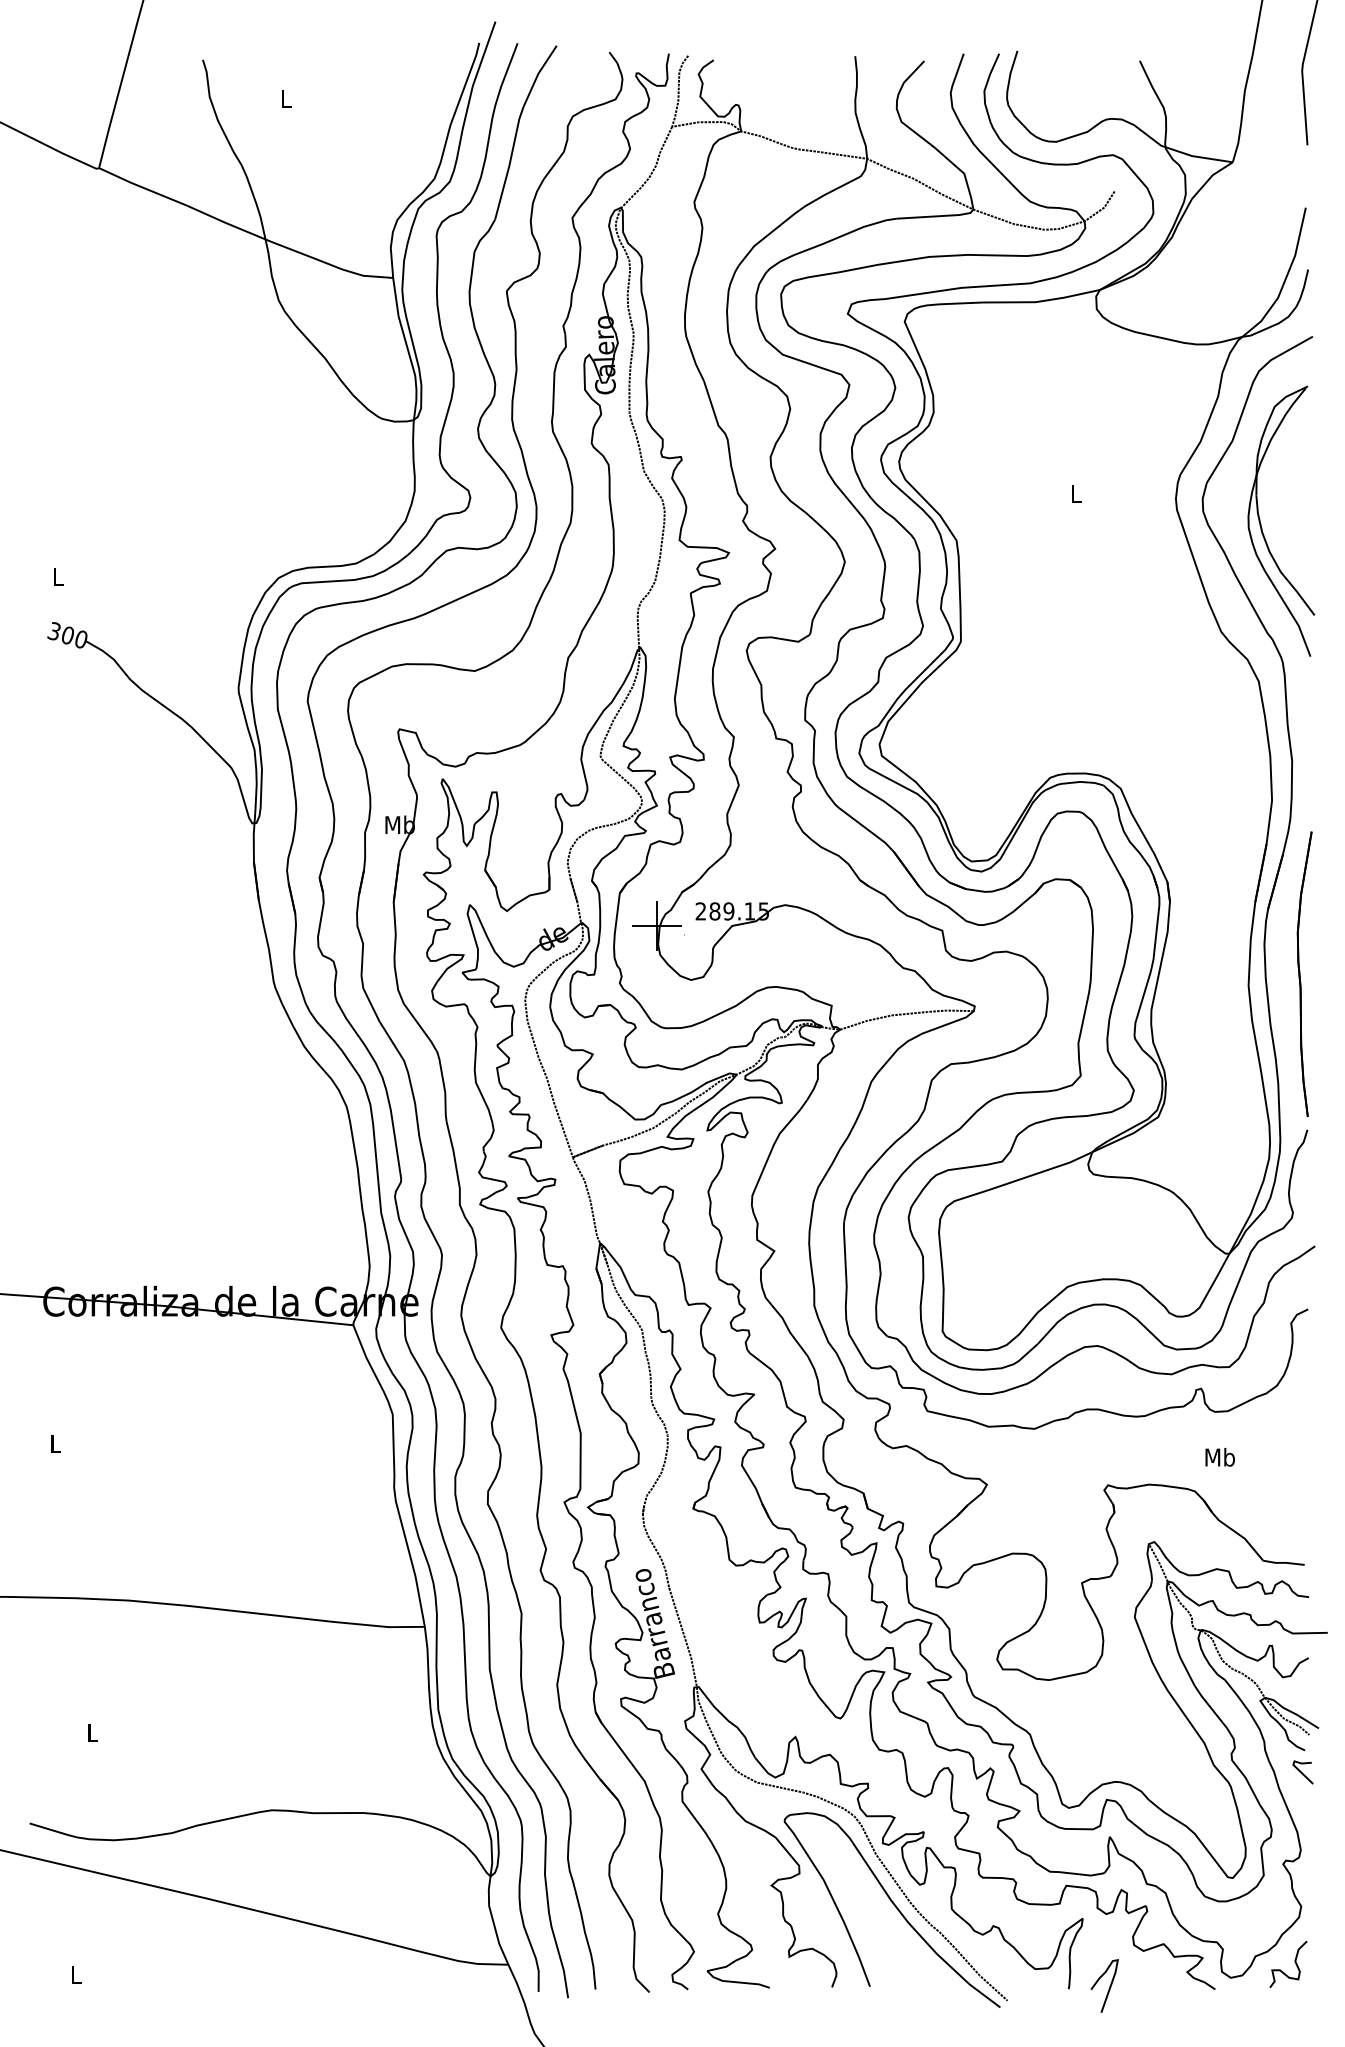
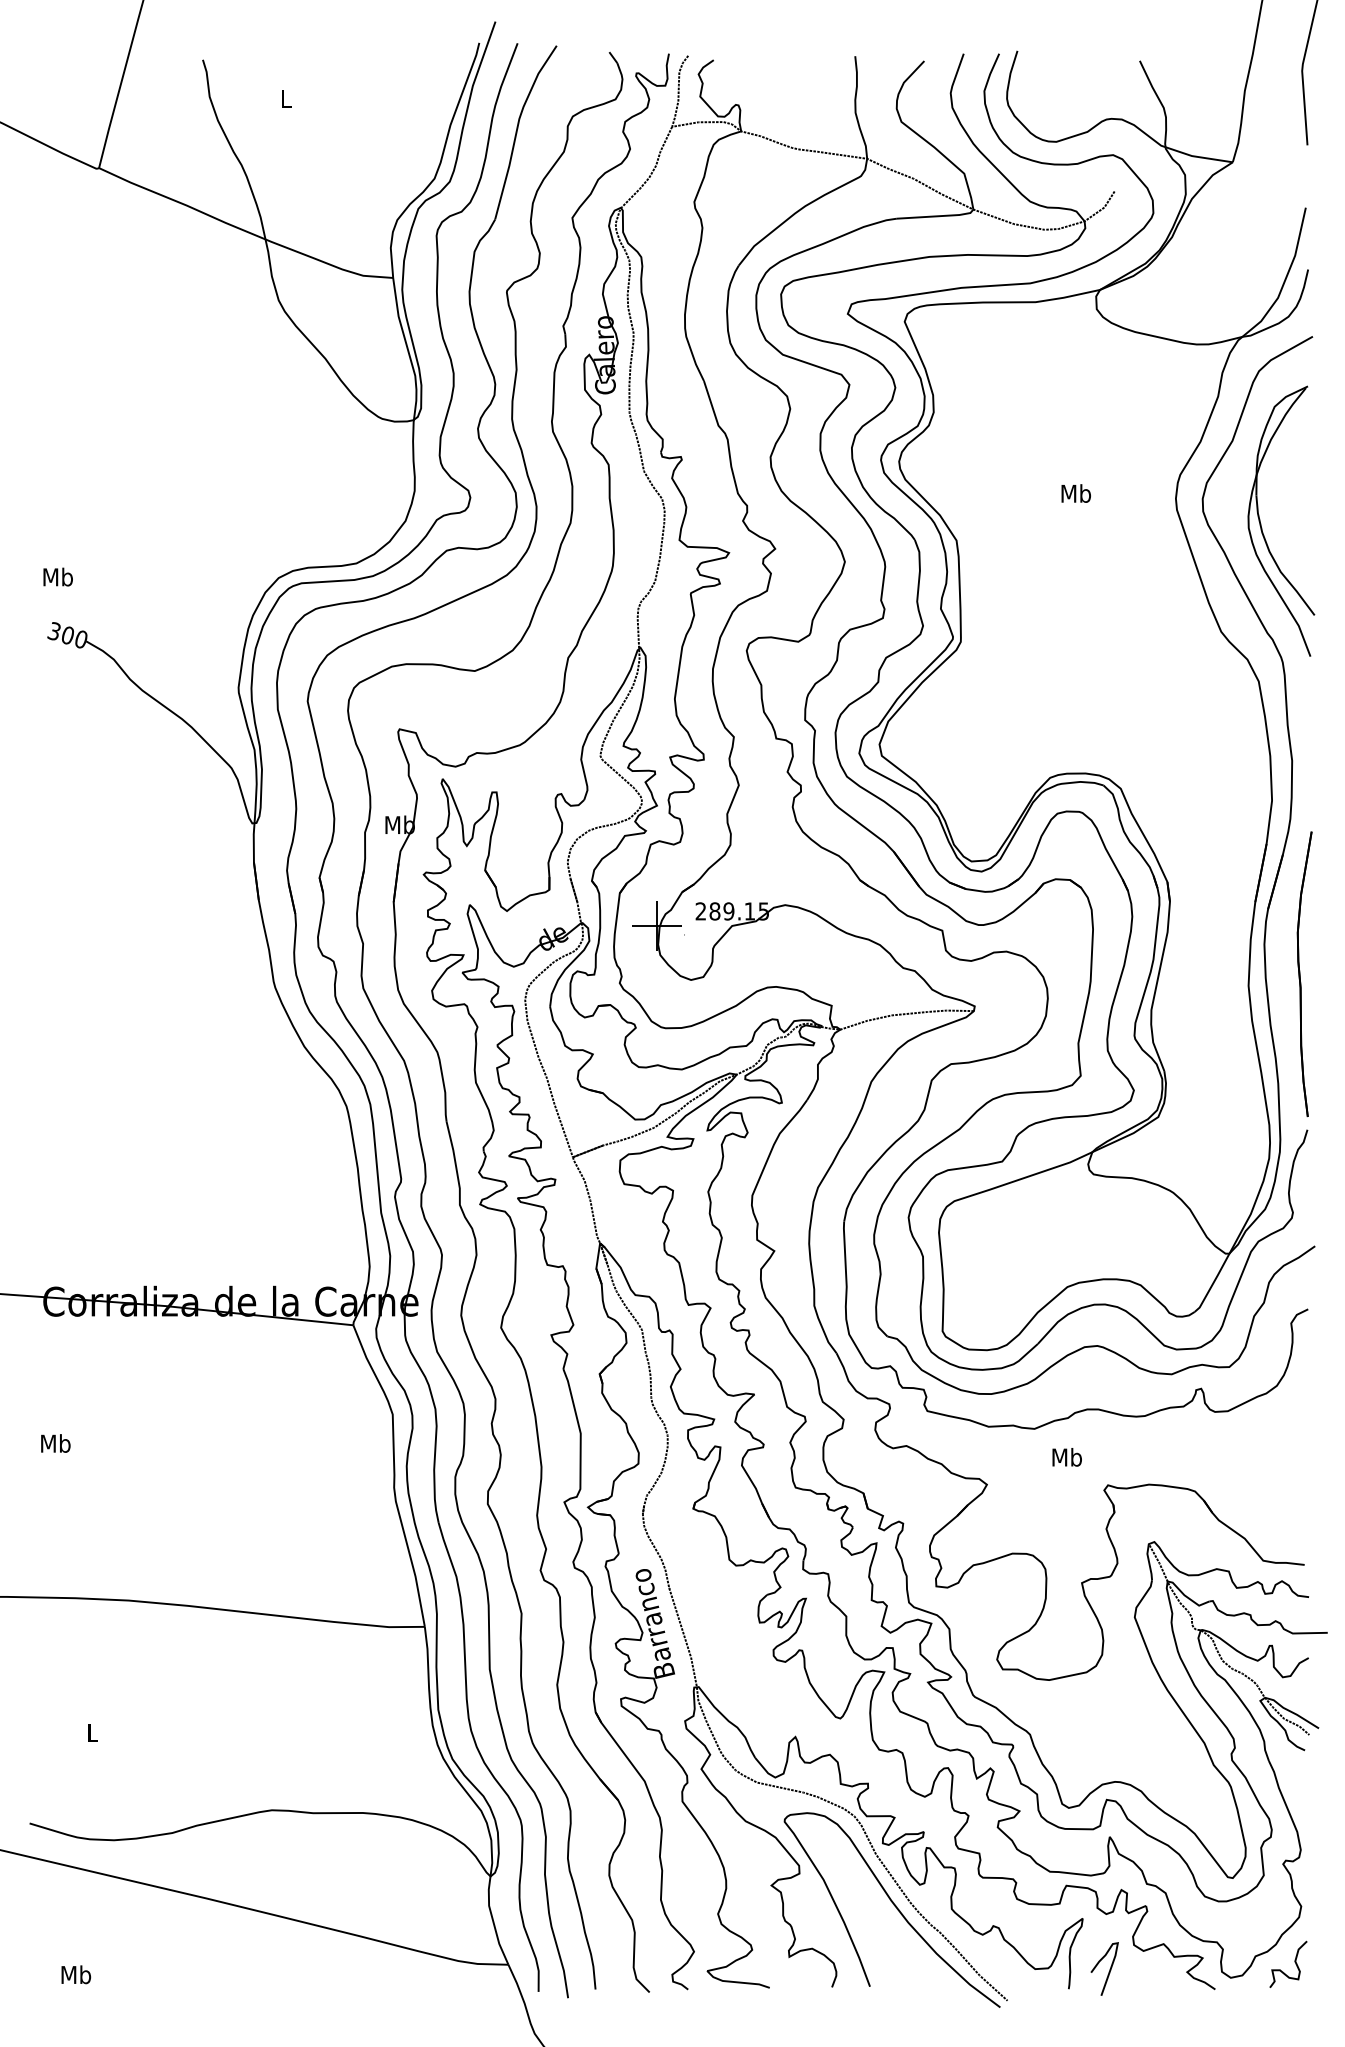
text at (1076, 493): L -> Mb
text at (57, 576): L -> Mb
text at (55, 1443): L -> Mb
text at (1219, 1457) position: (1219, 1457) -> (1066, 1457)
line at (1302, 1772): present -> none
text at (76, 1974): L -> Mb
curve at (1109, 1986) position: (1109, 1986) -> (1109, 1969)
